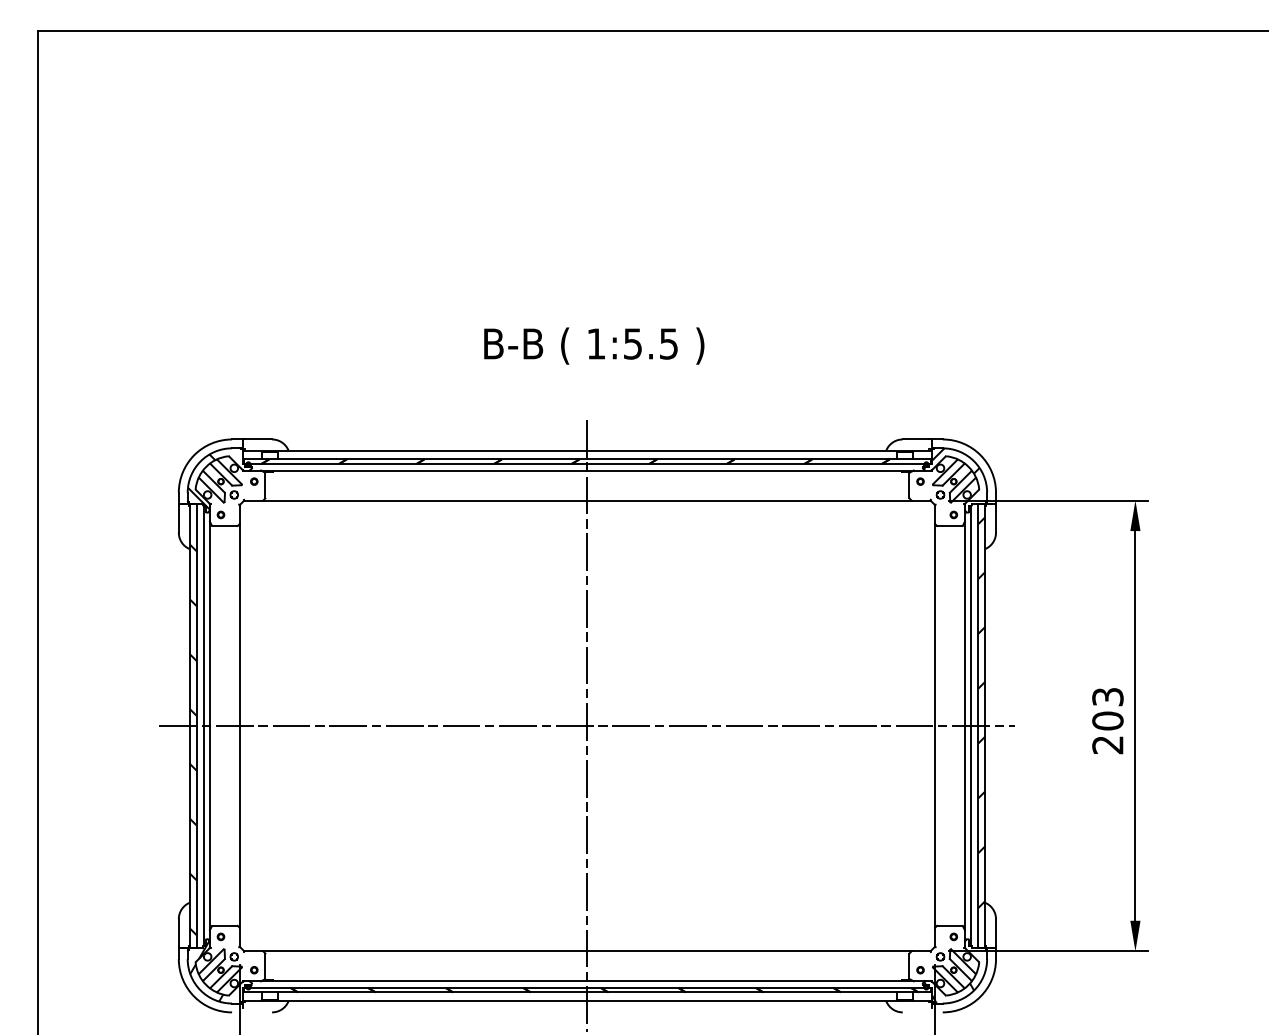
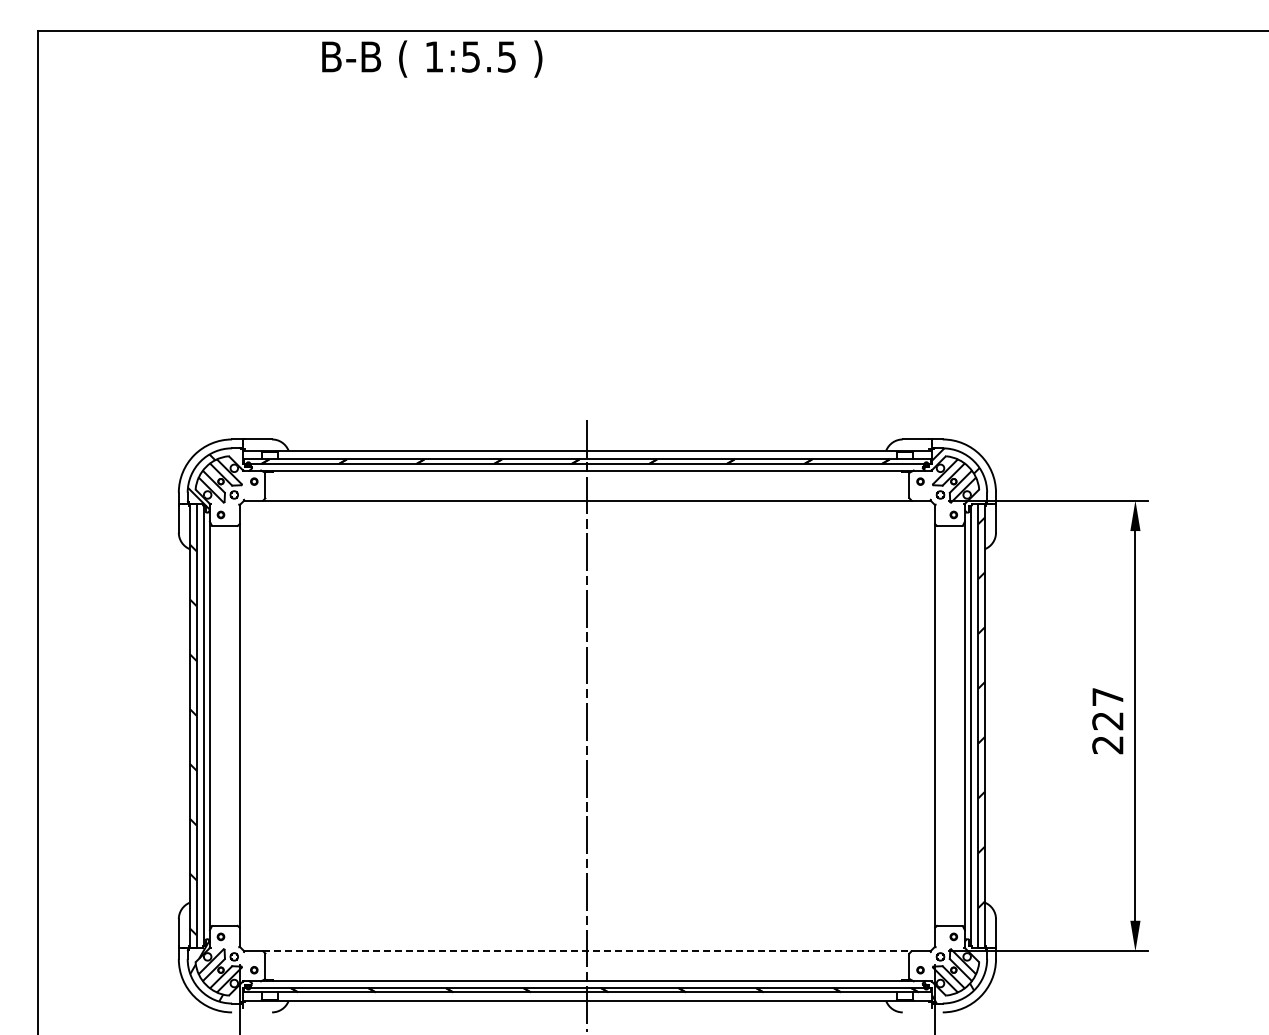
text at (594, 345) position: (594, 345) -> (432, 58)
text at (1107, 709): 203 -> 227
line at (587, 725): present -> none
line at (587, 951): solid -> dashed
